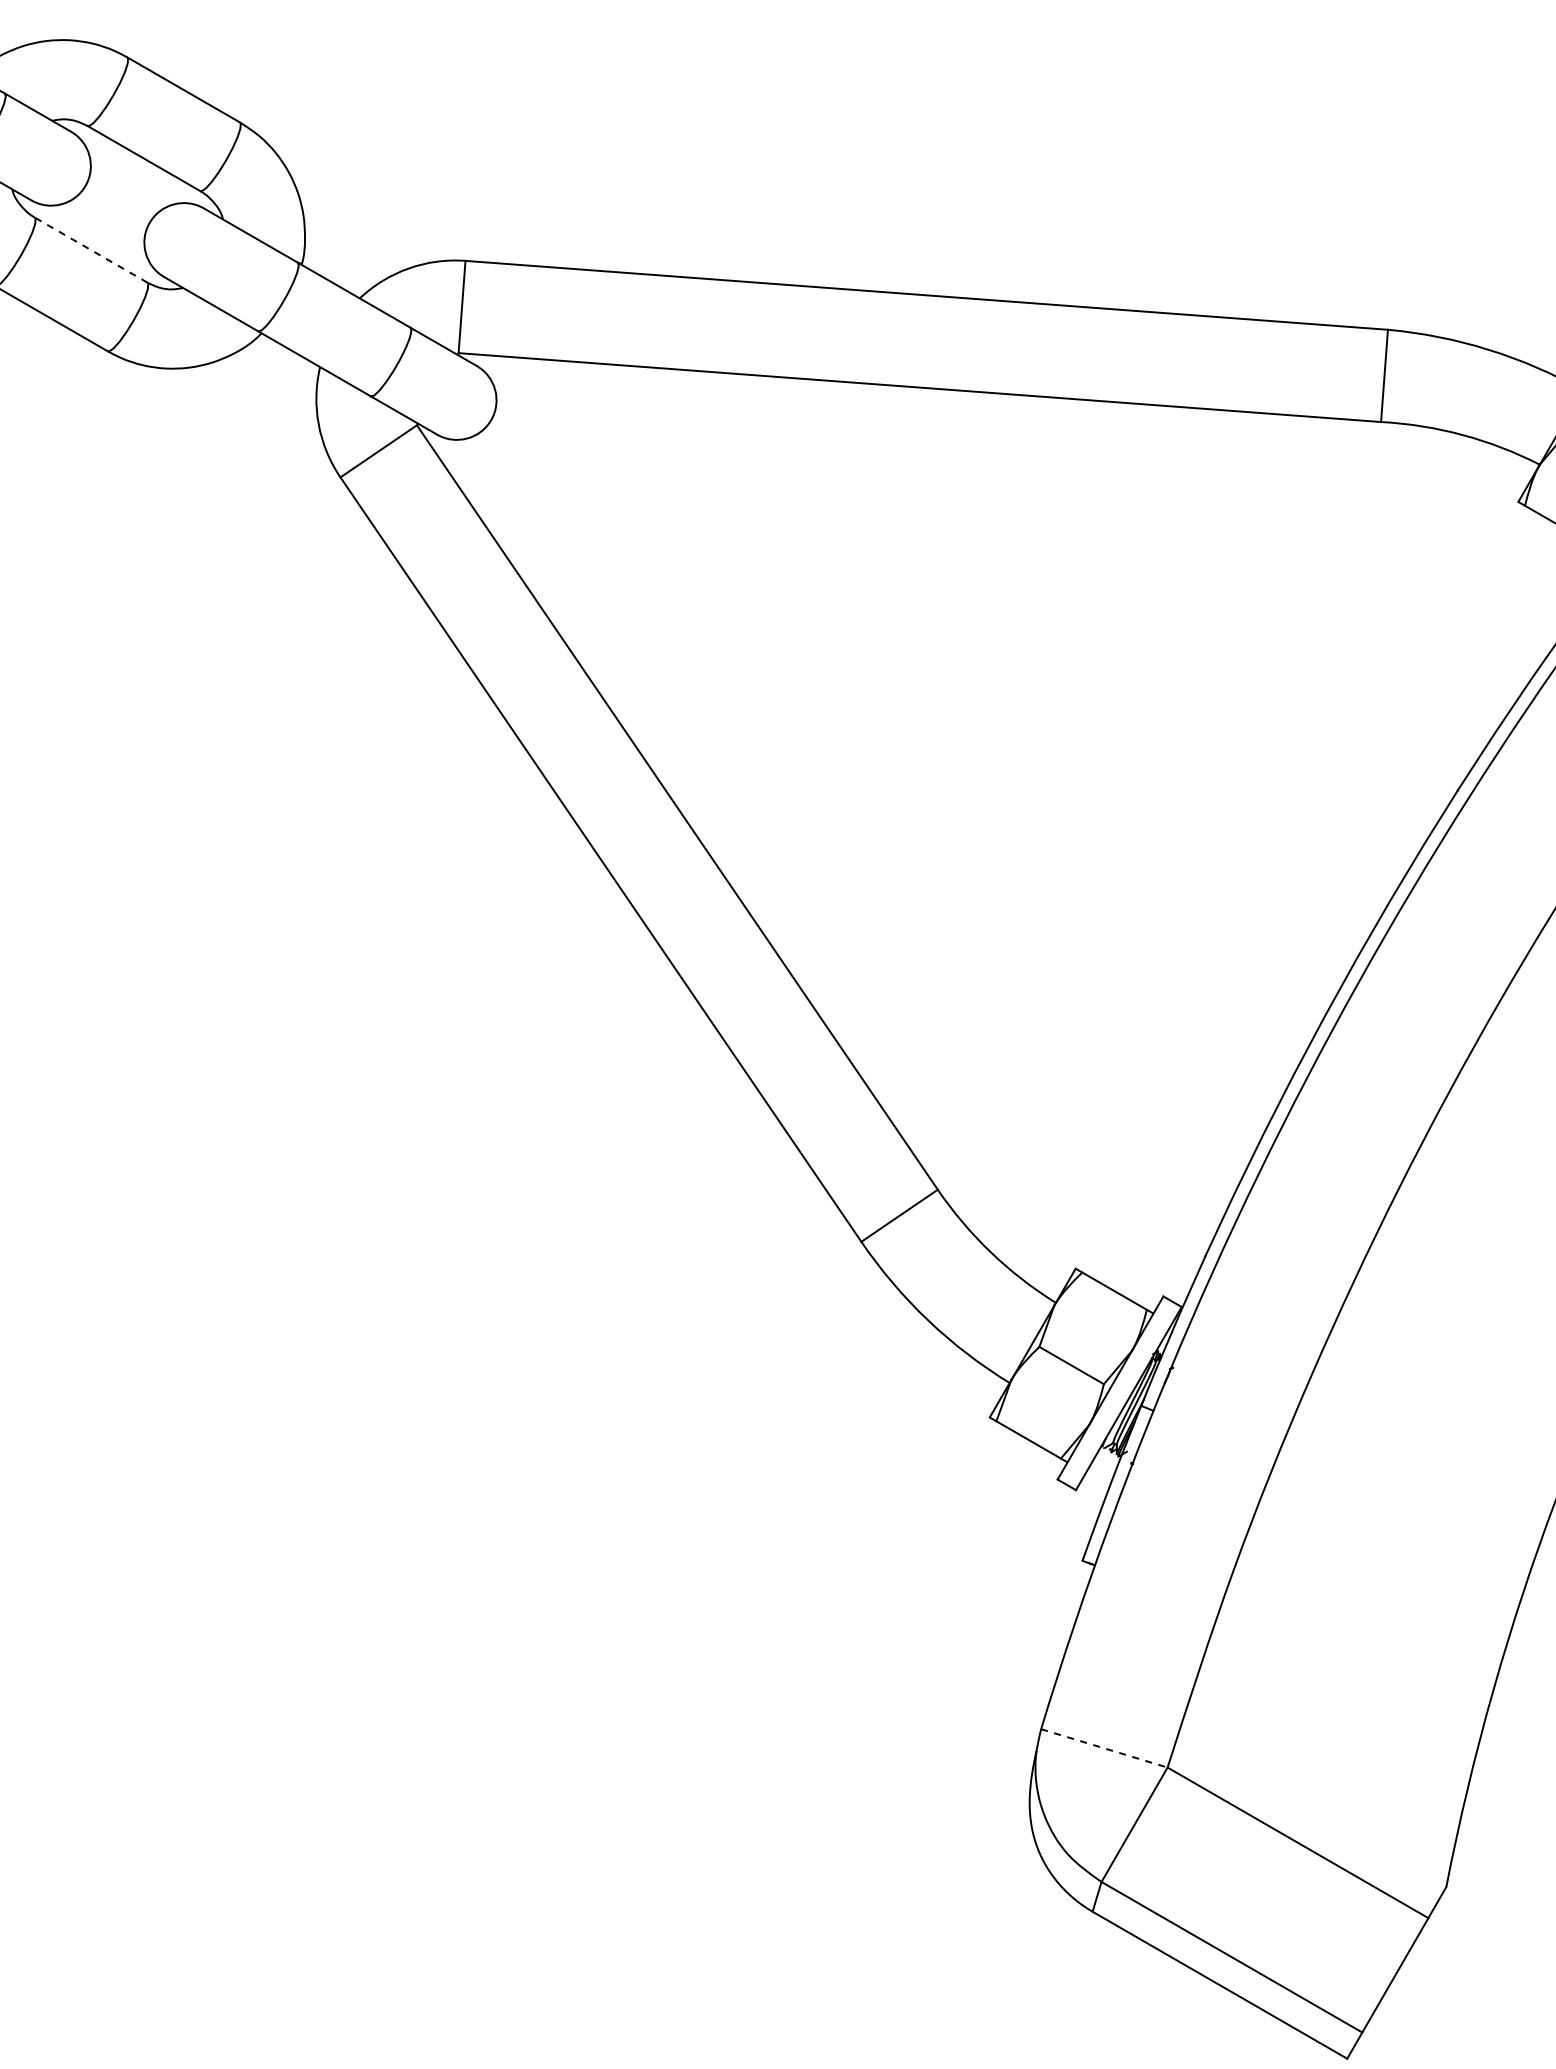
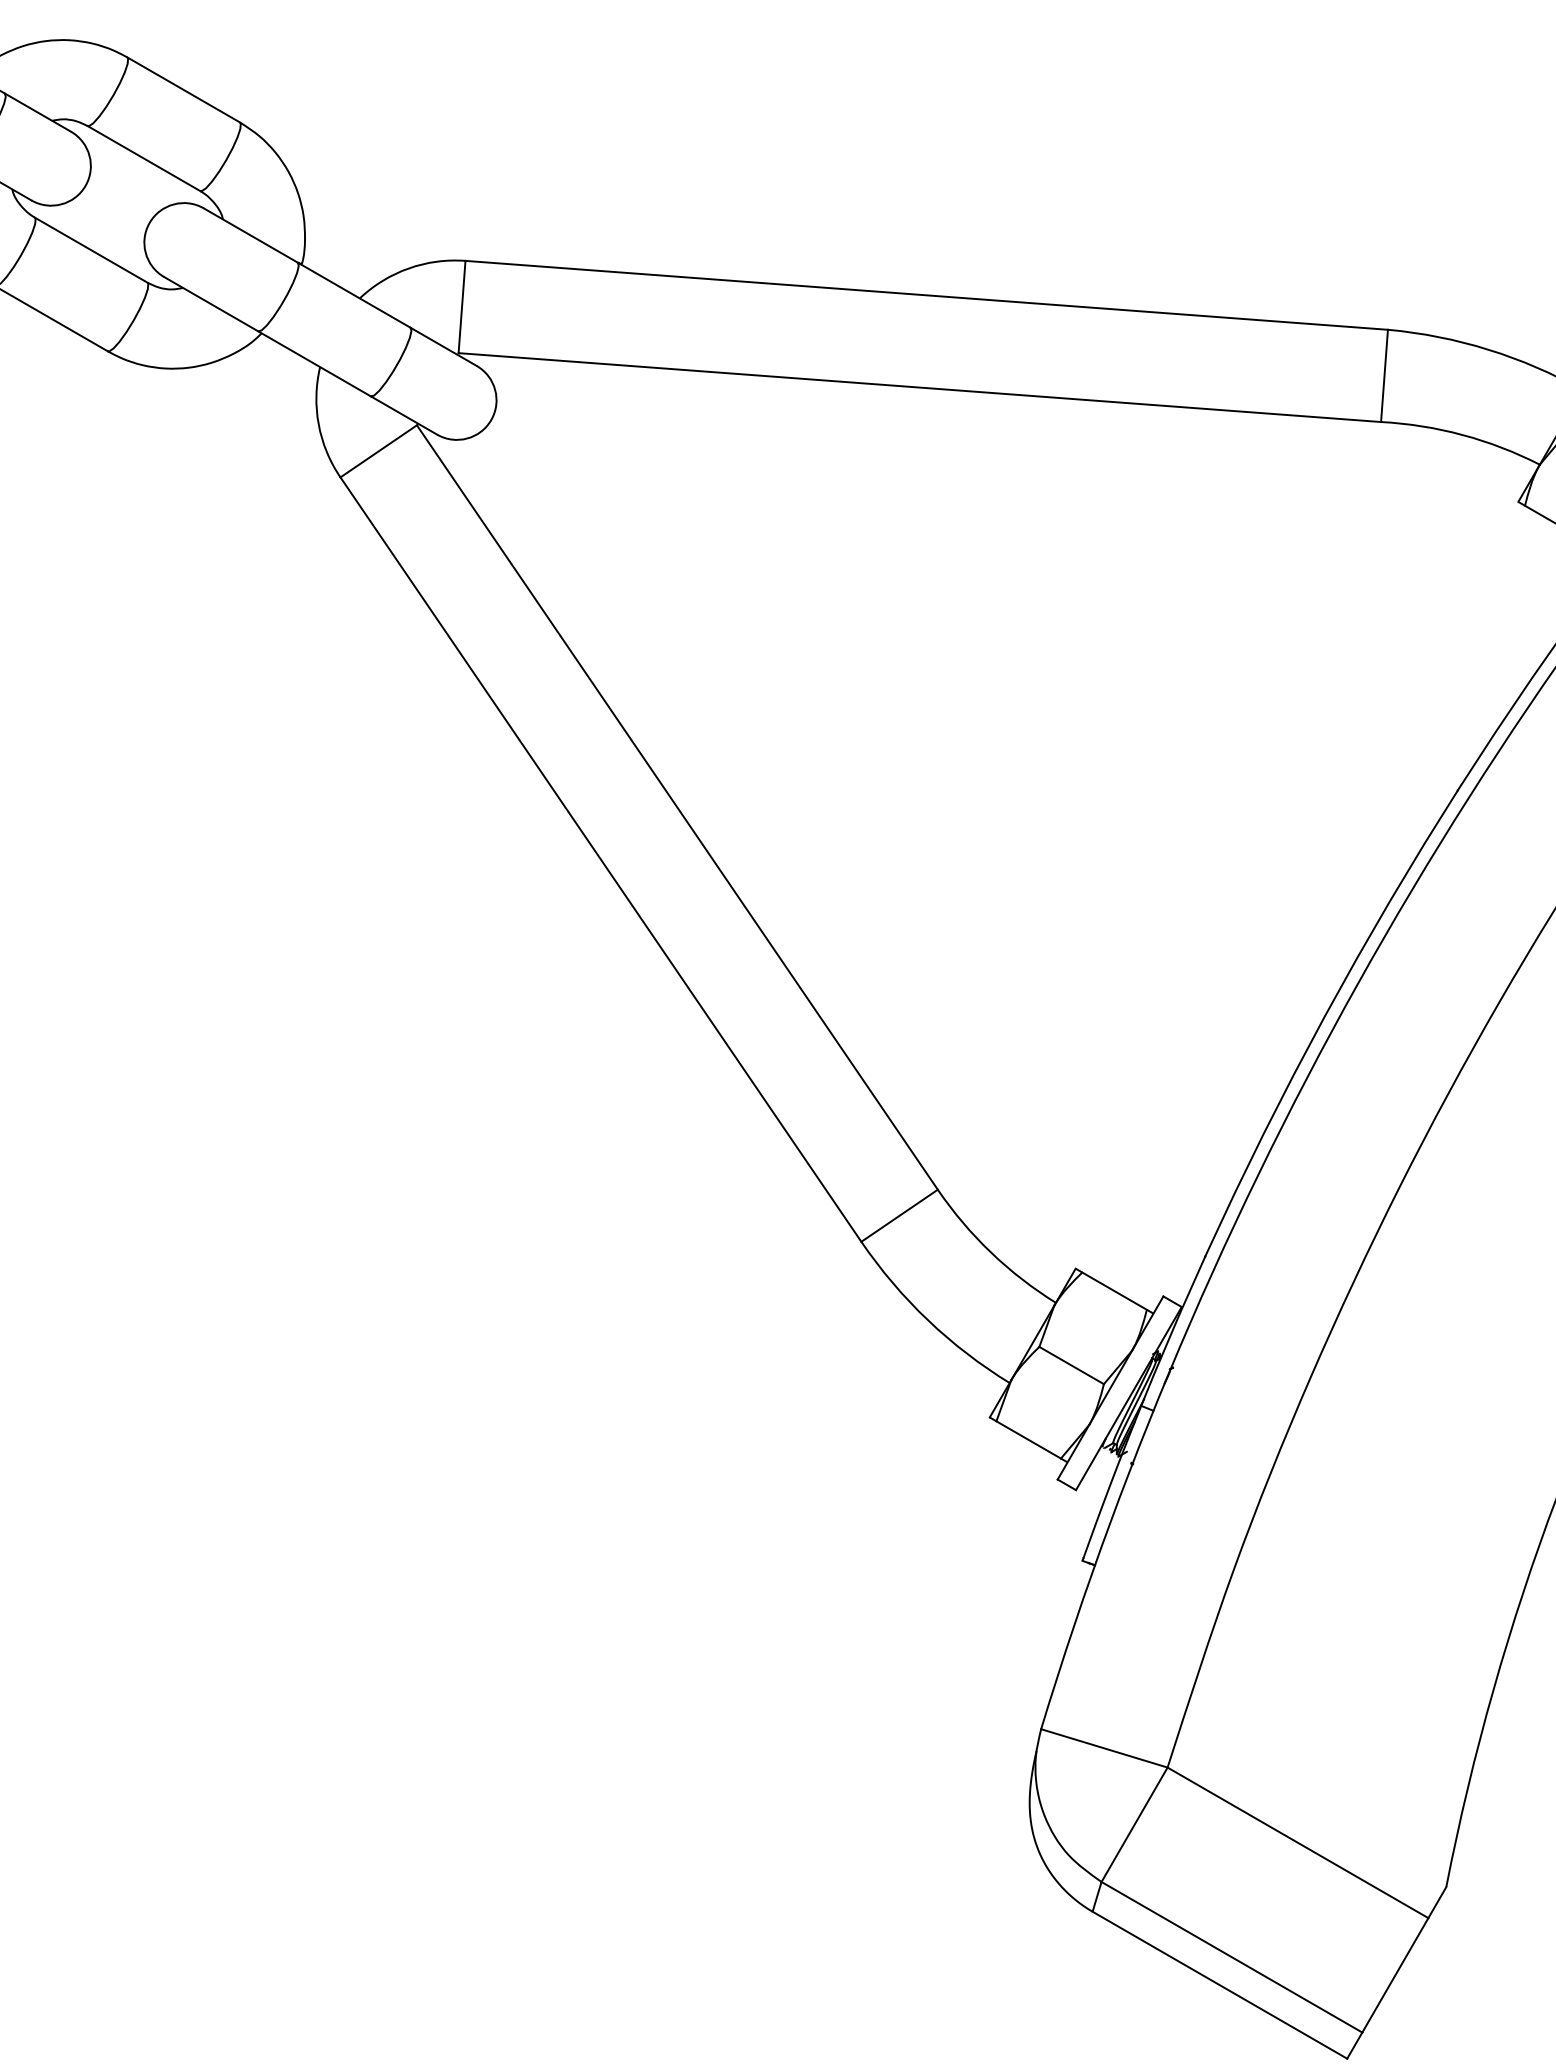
line at (90, 249): dashed -> solid
line at (1104, 1748): dashed -> solid
